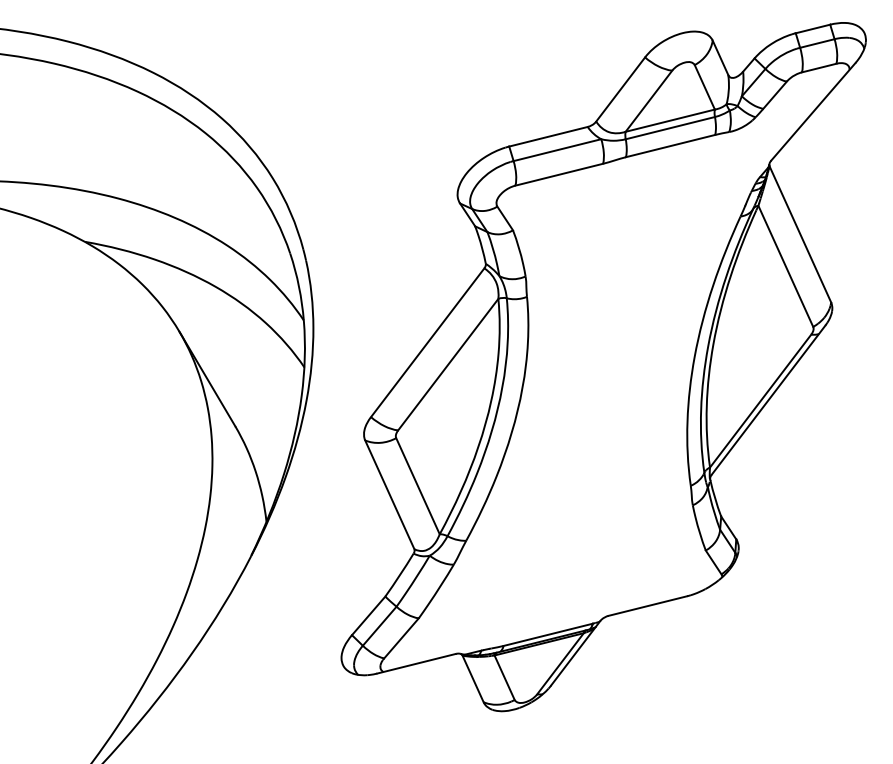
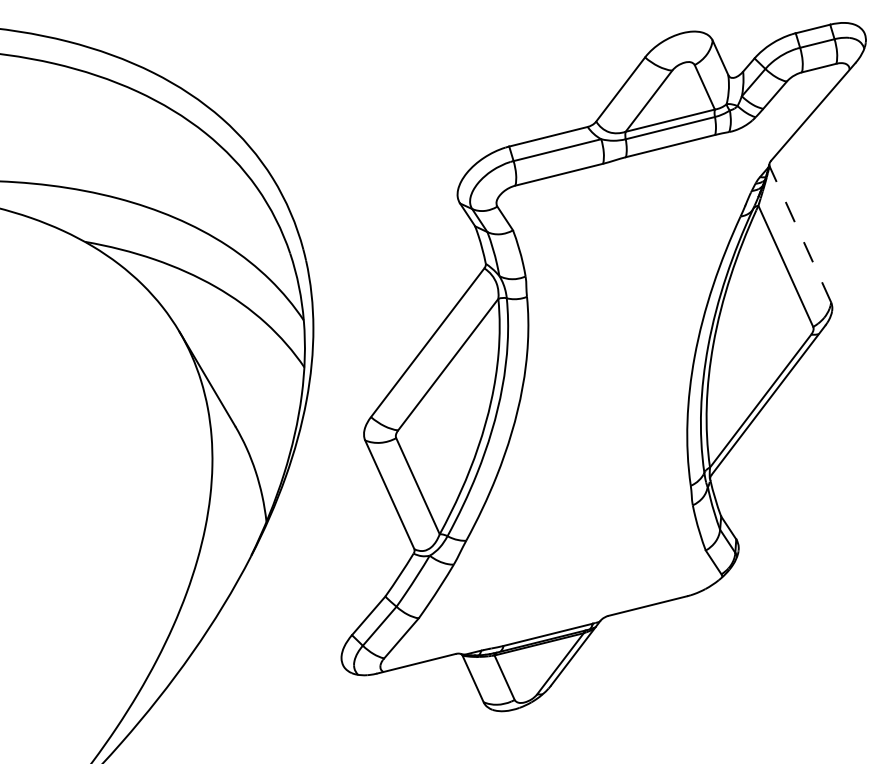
line at (800, 234): solid -> dashed
